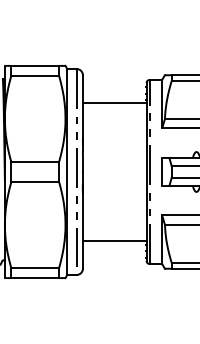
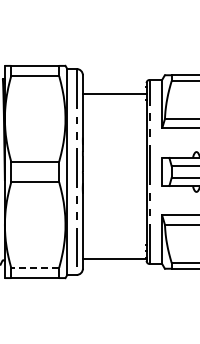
line at (114, 103) position: (114, 103) -> (114, 94)
line at (114, 240) position: (114, 240) -> (114, 258)
line at (35, 267): solid -> dashed
